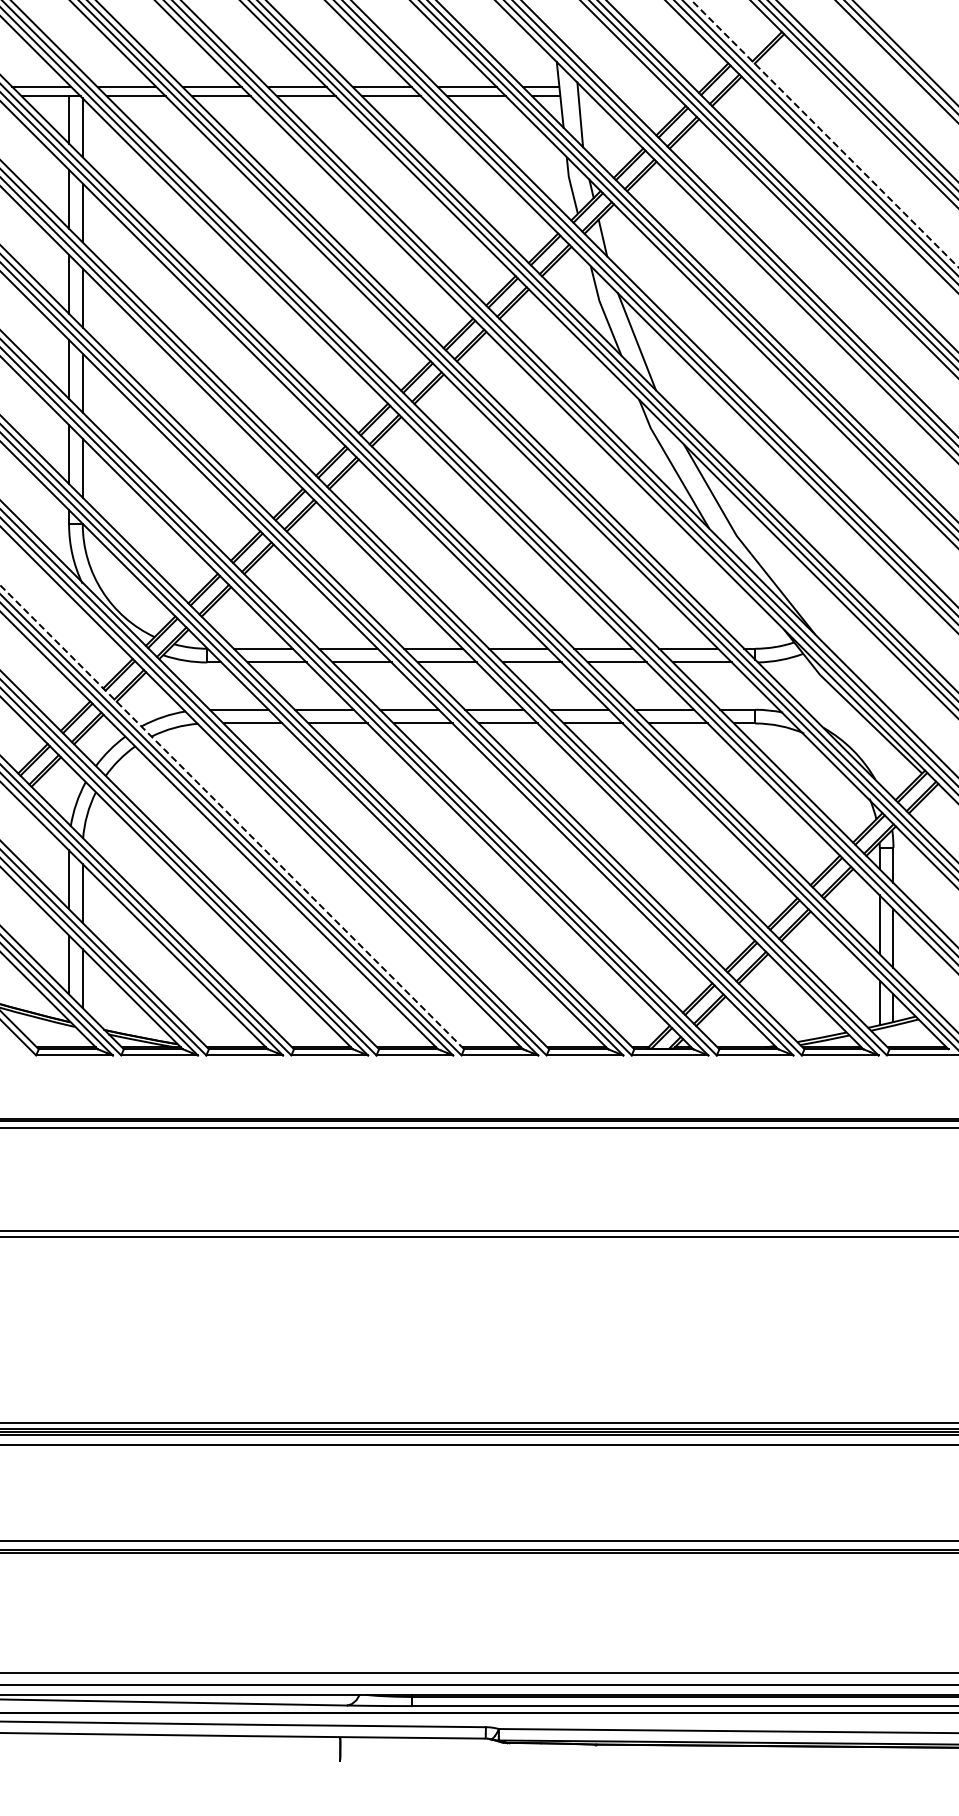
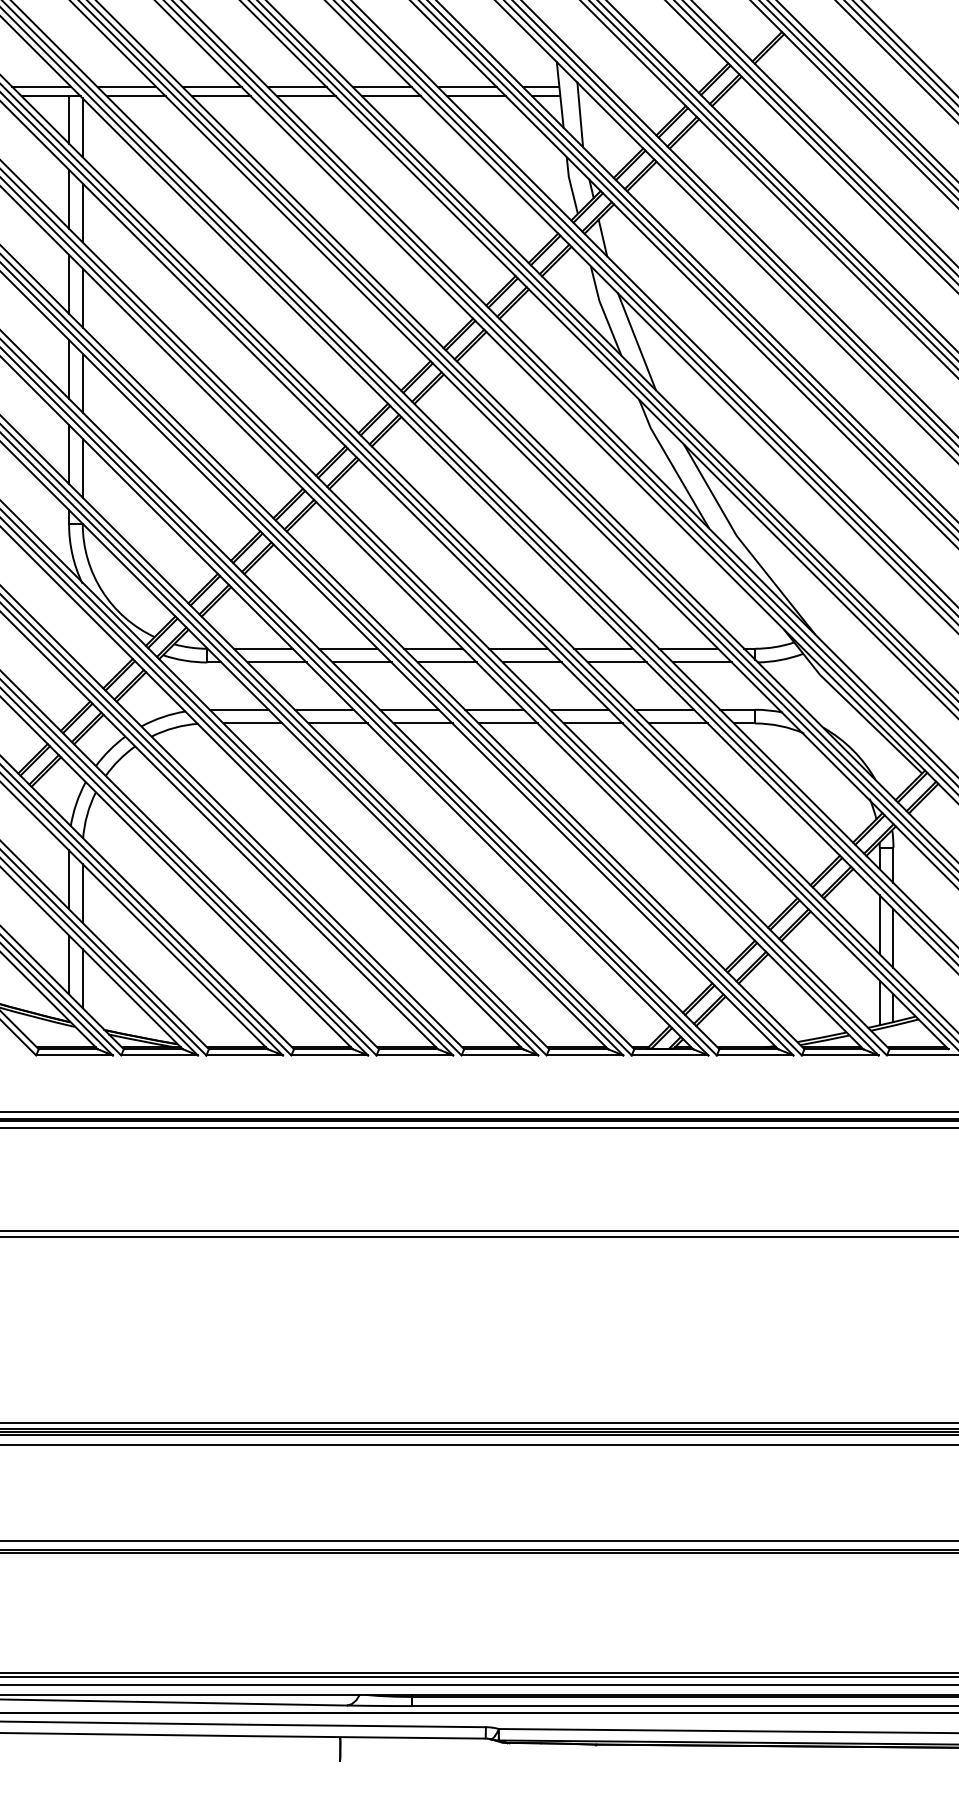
line at (909, 48): none -> present
line at (824, 133): dashed -> solid
line at (232, 817): dashed -> solid
line at (478, 1112): none -> present
line at (478, 1677): none -> present
